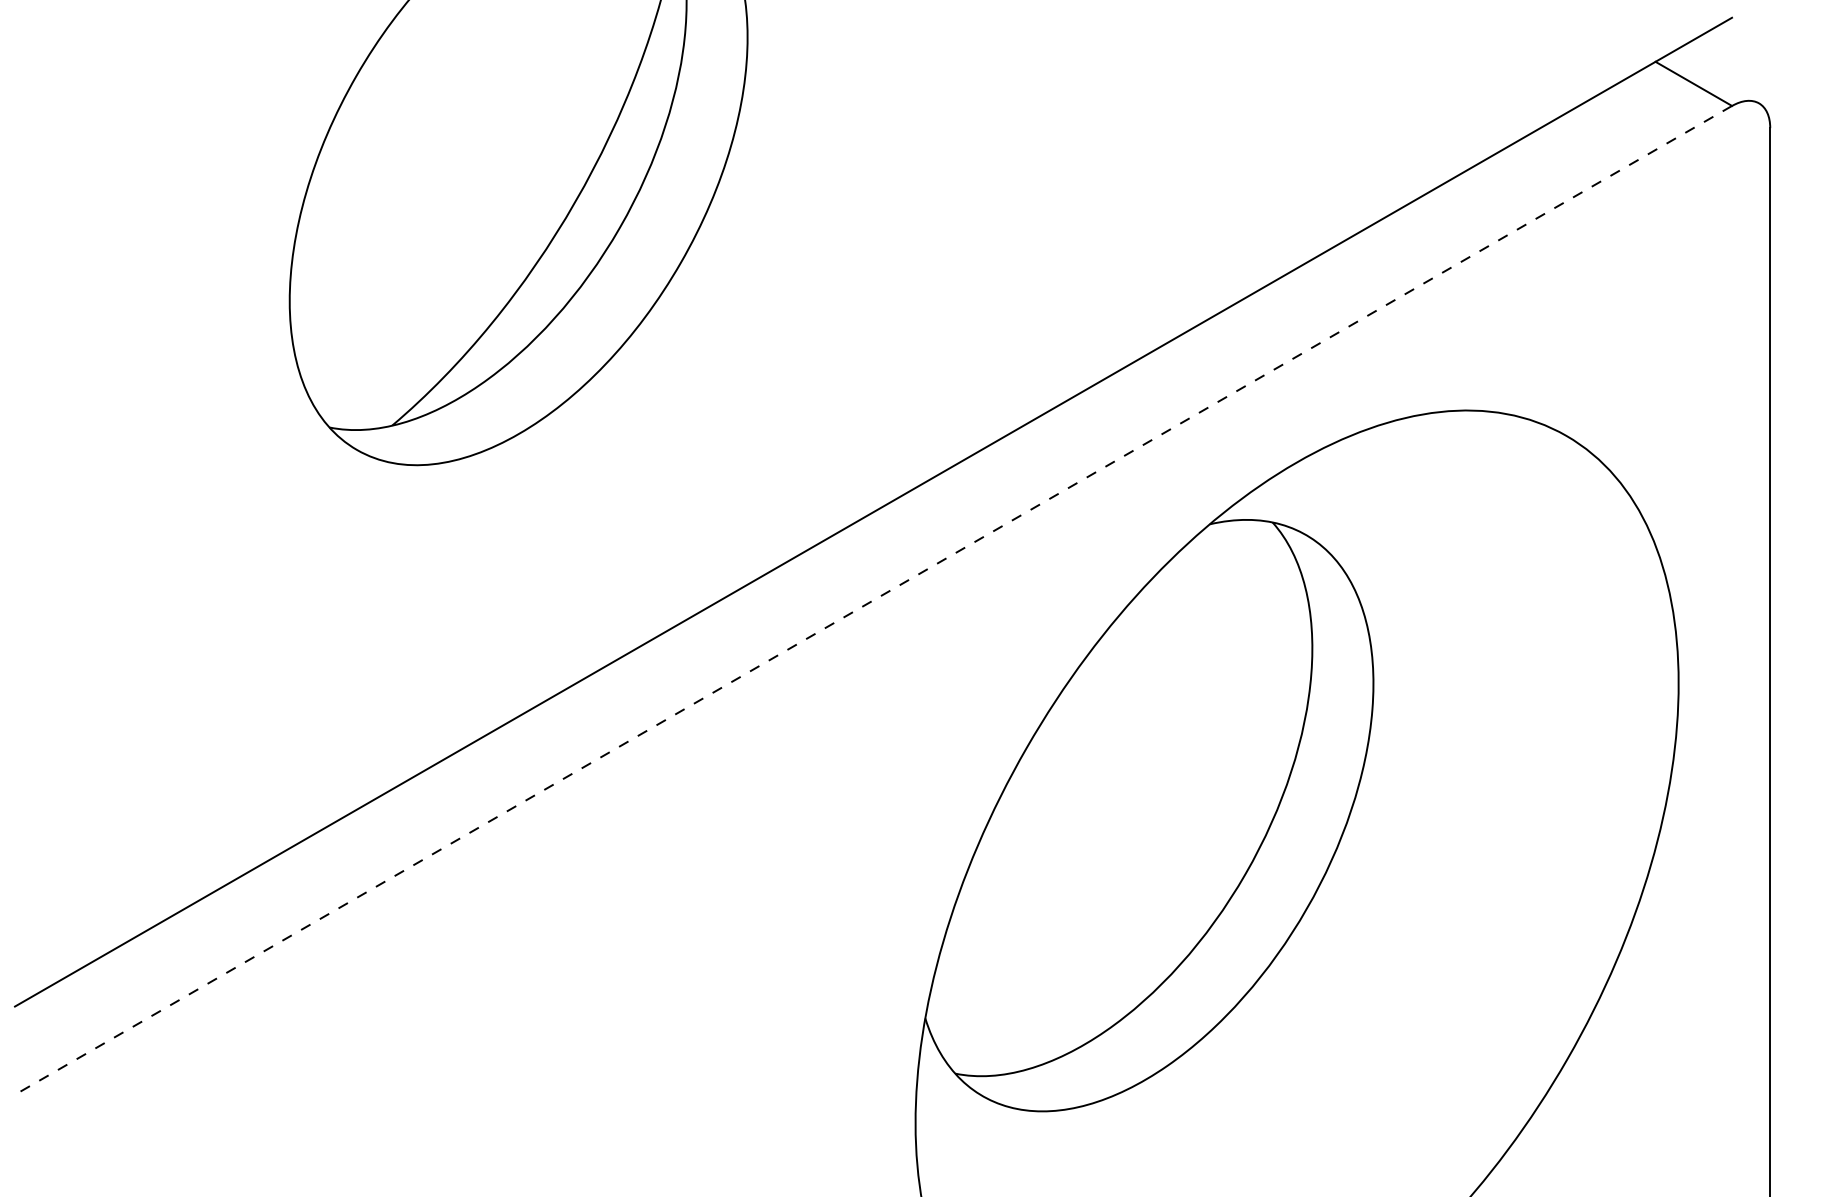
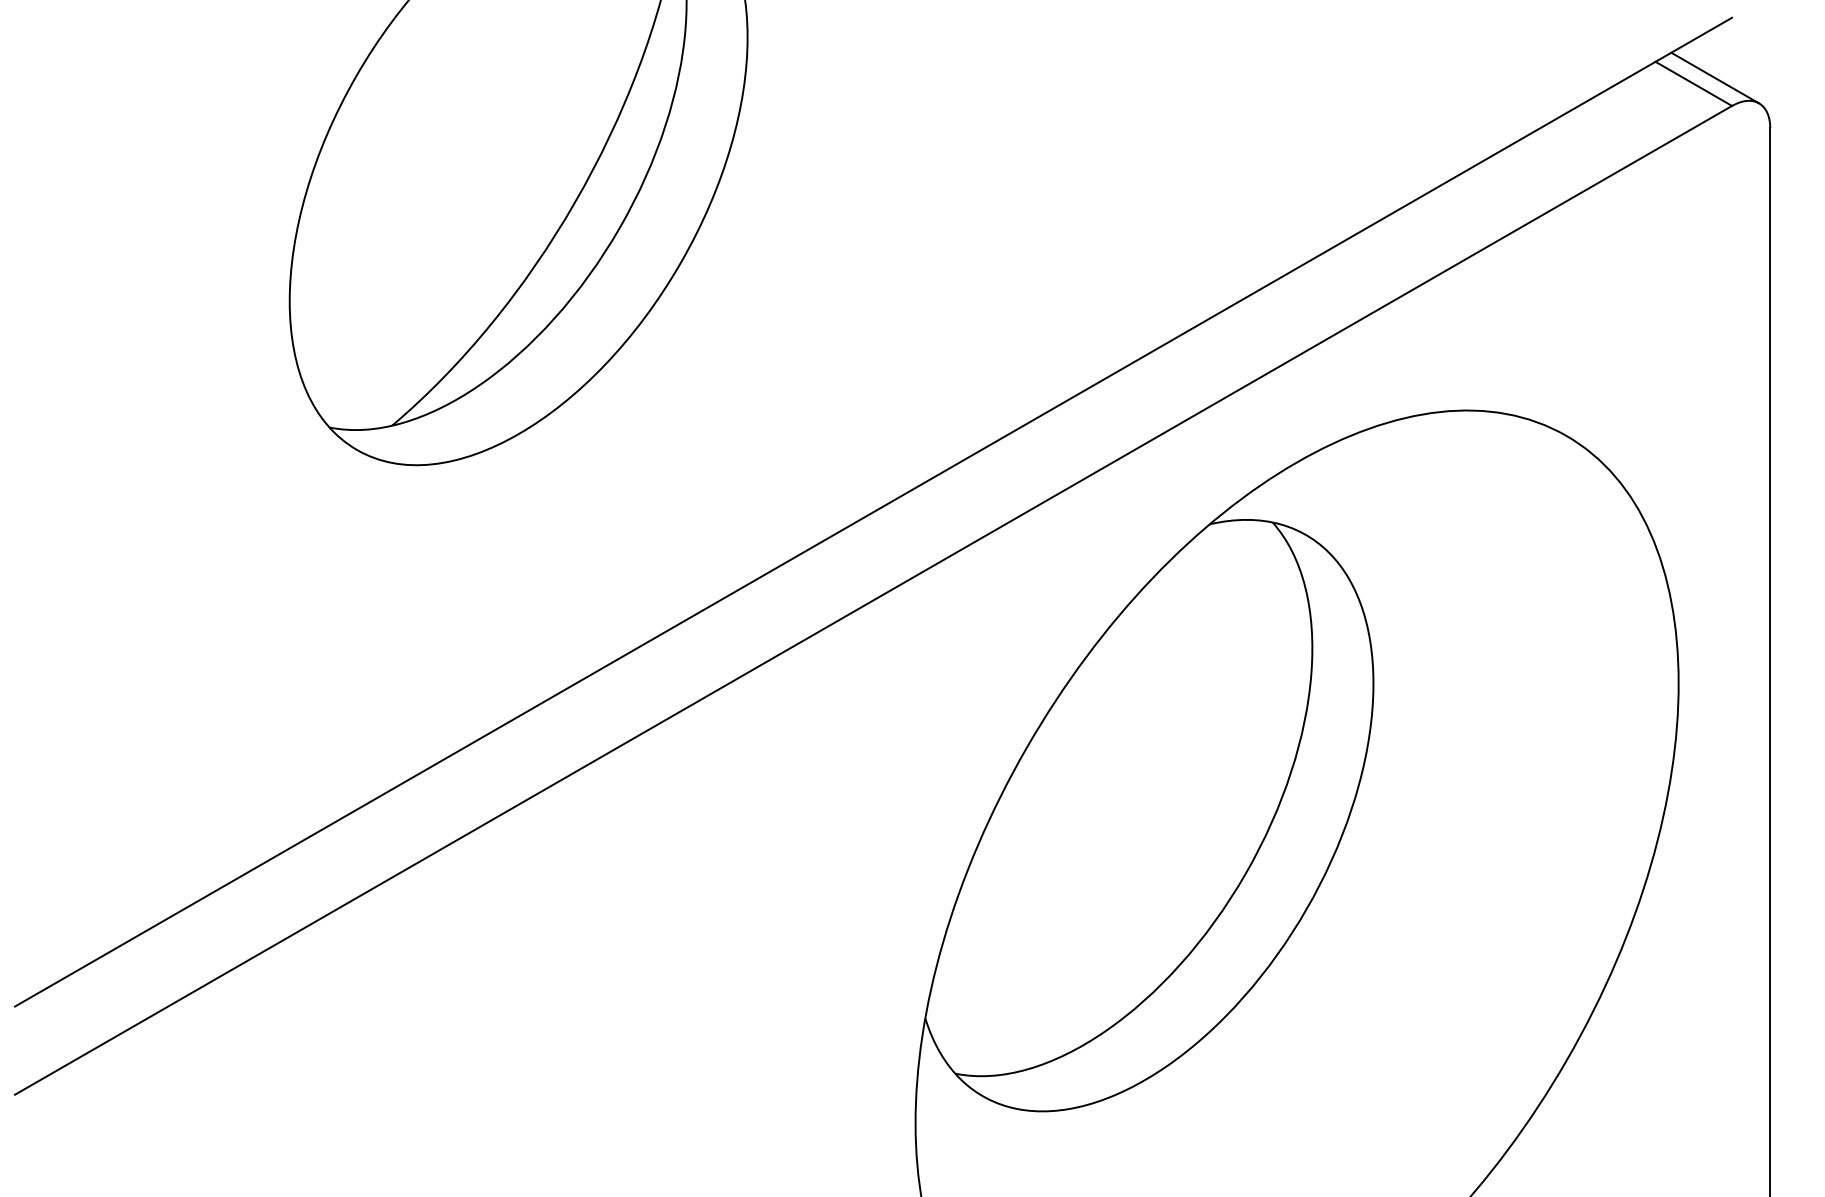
line at (1715, 77): none -> present
line at (873, 600): dashed -> solid
